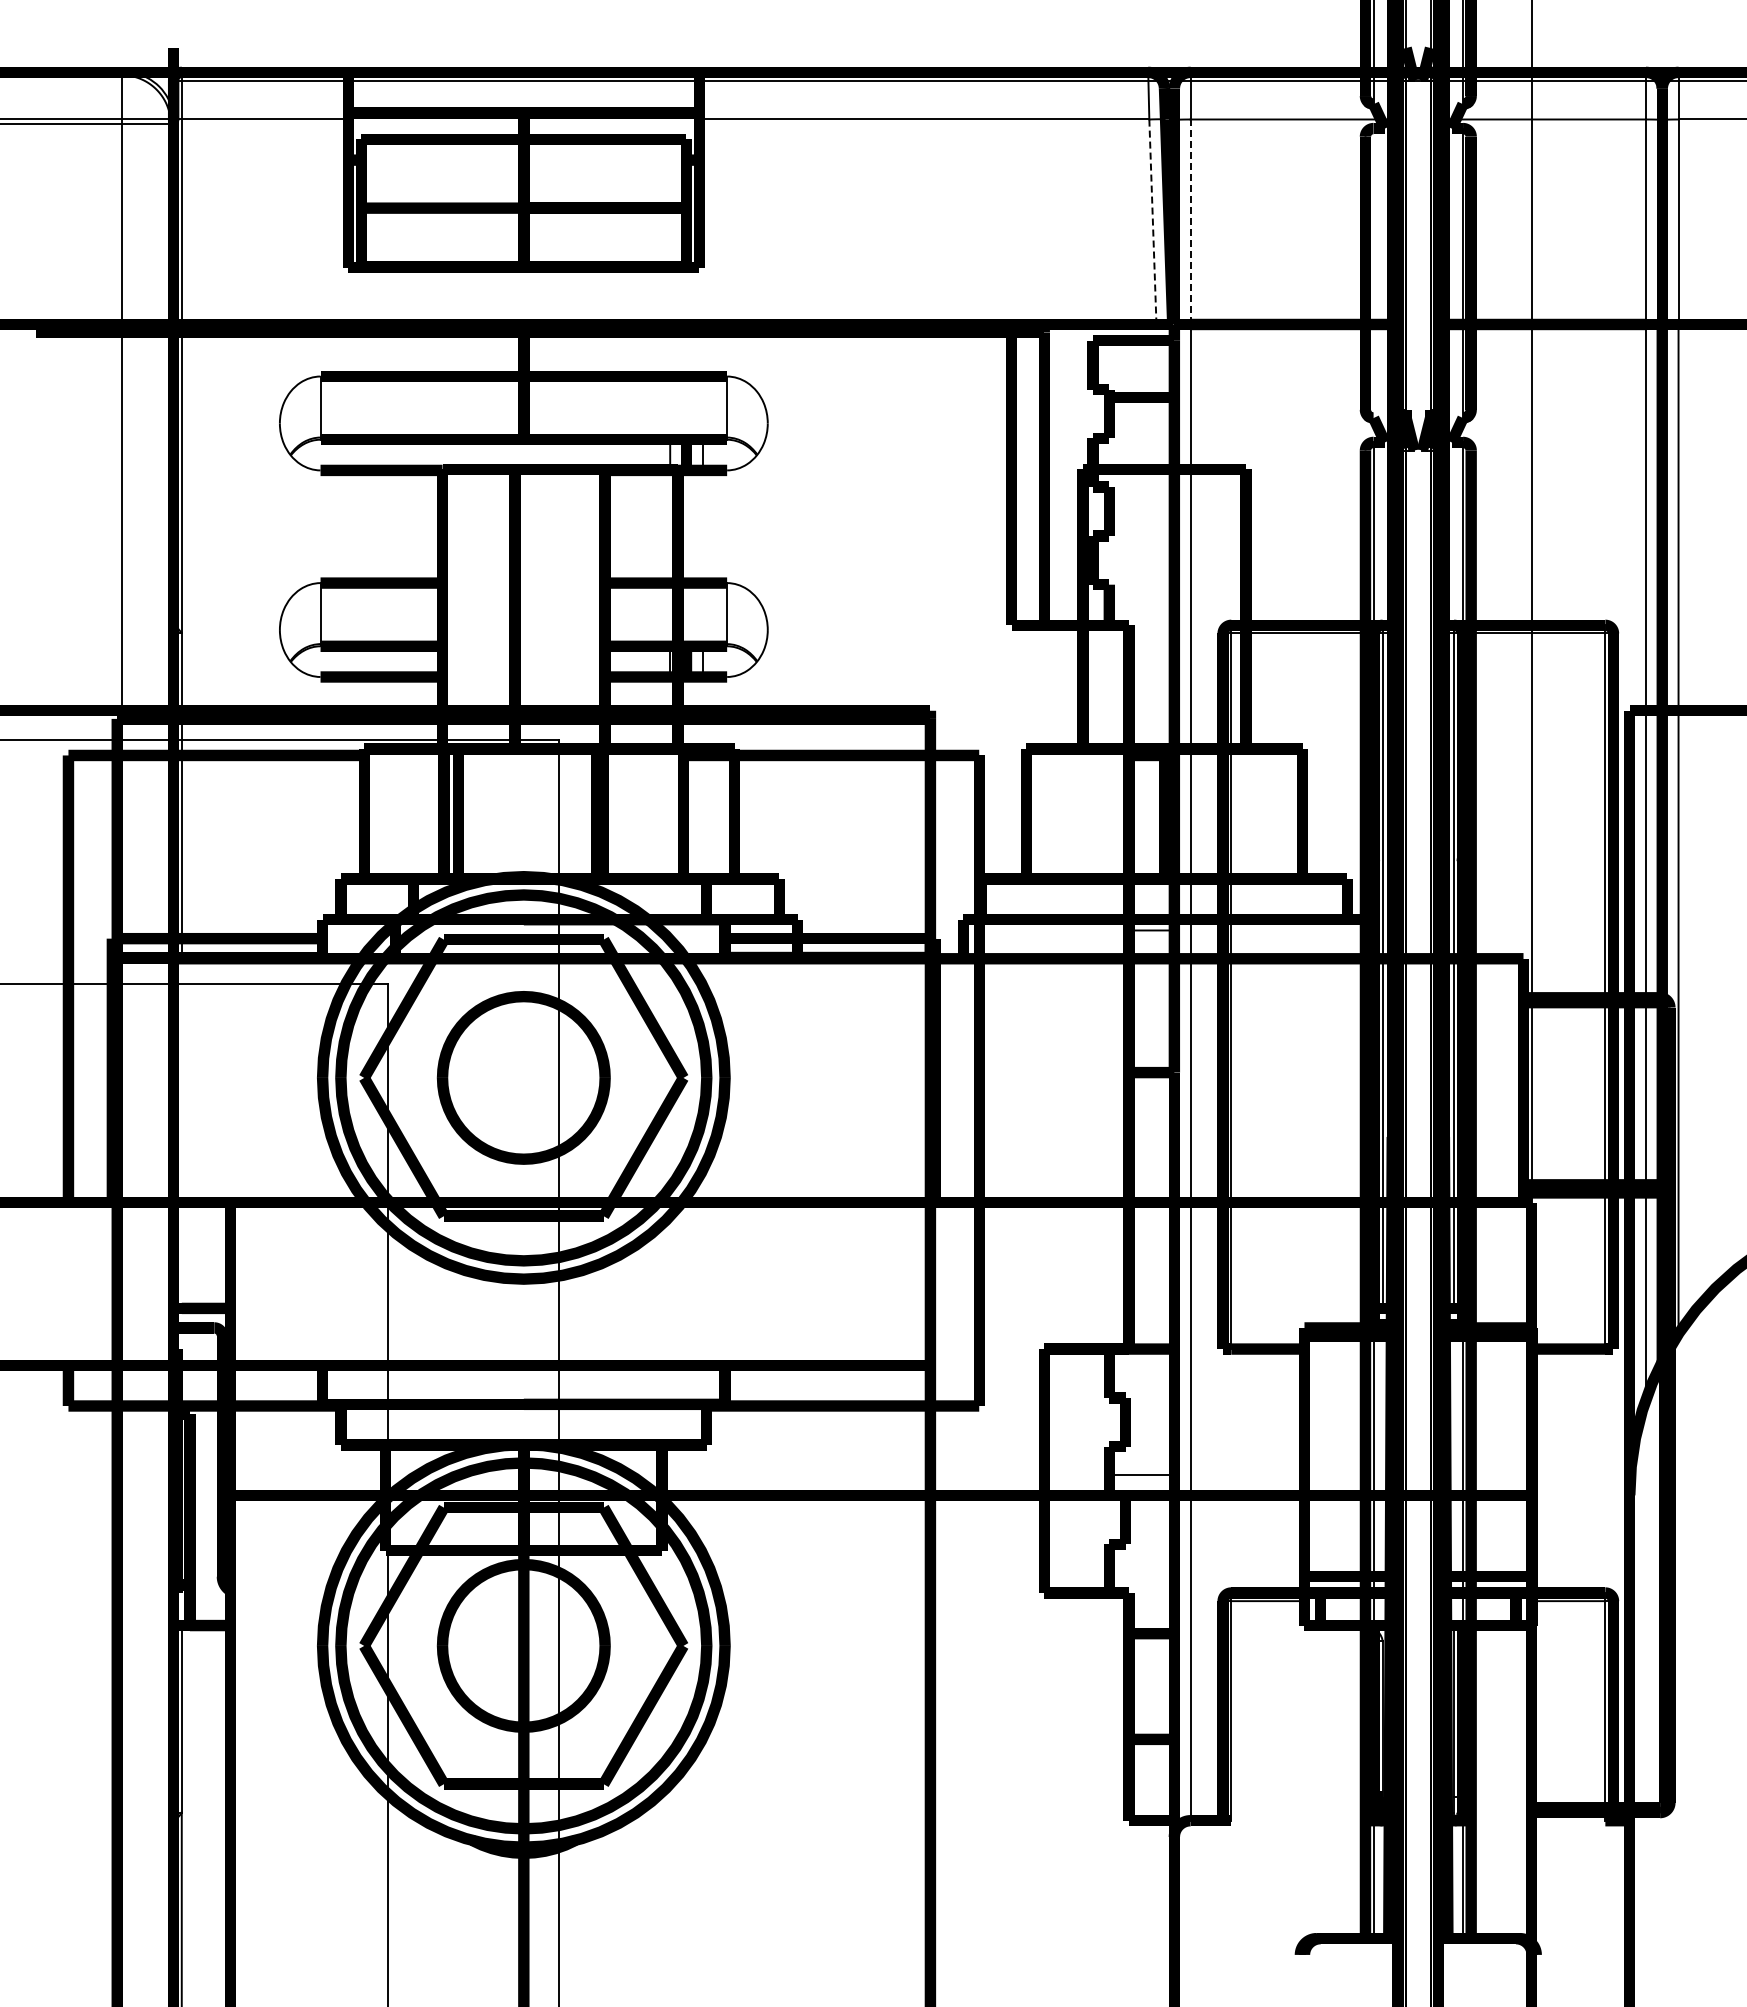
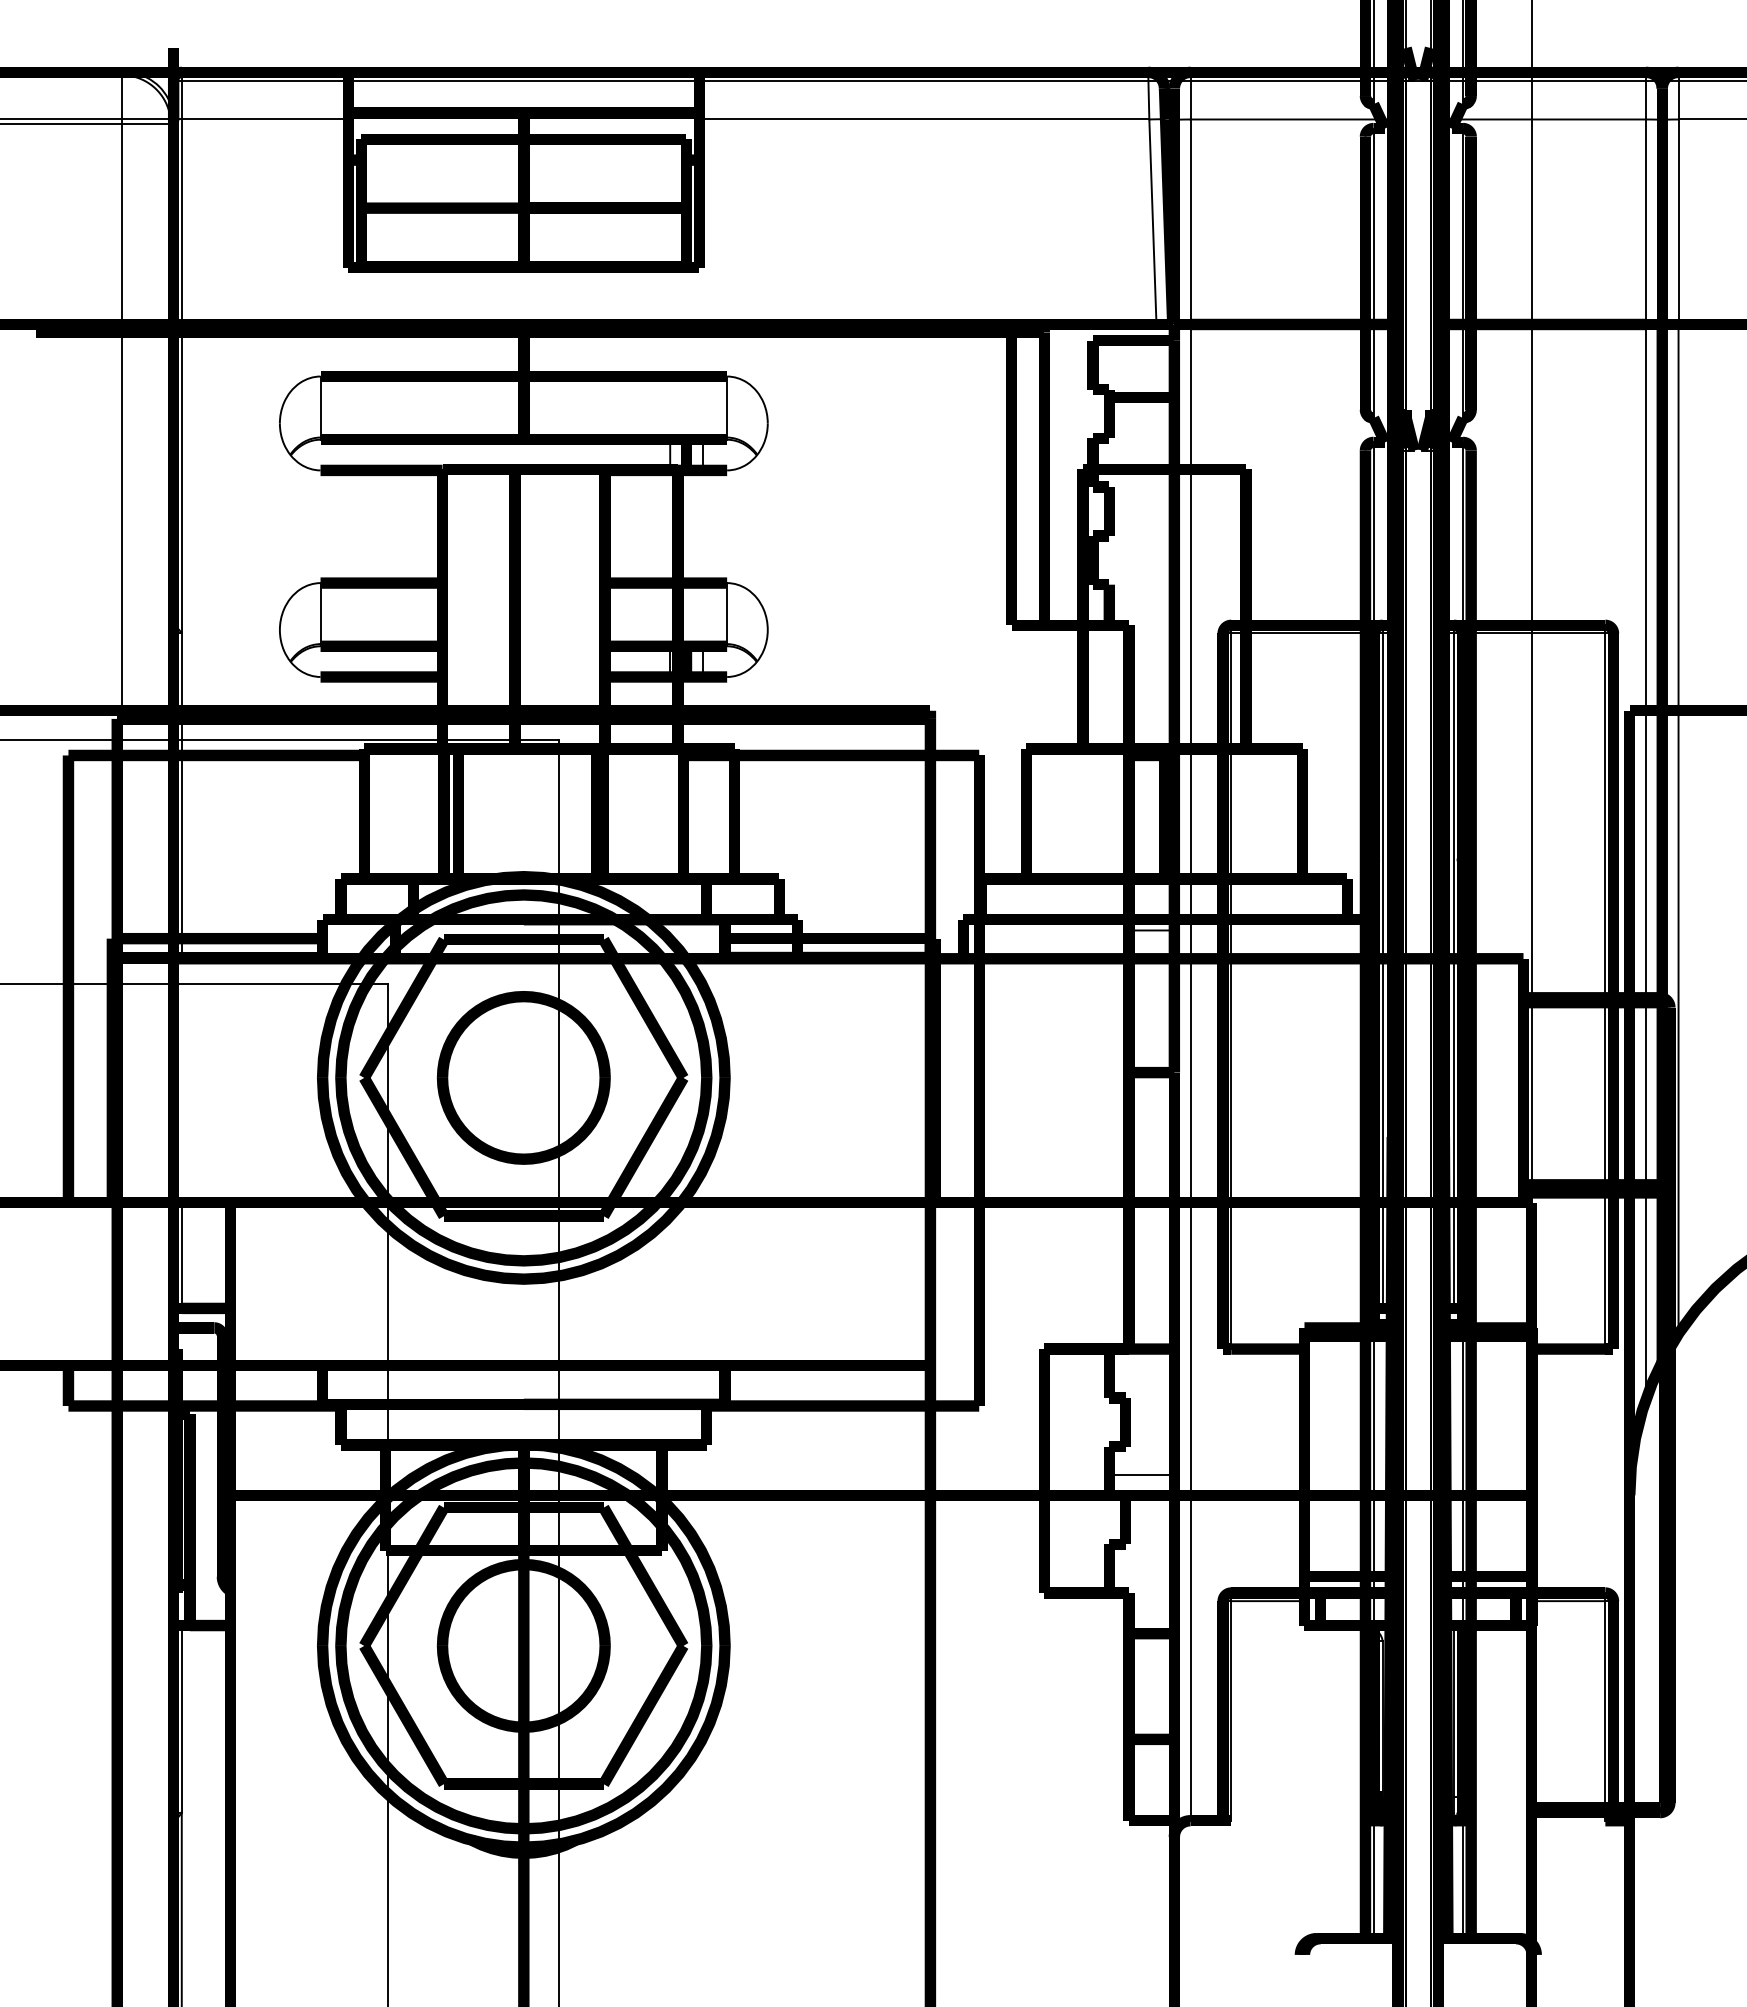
line at (1152, 221): dashed -> solid
line at (1190, 222): dashed -> solid
line at (1373, 273): none -> present
line at (181, 1255): none -> present
